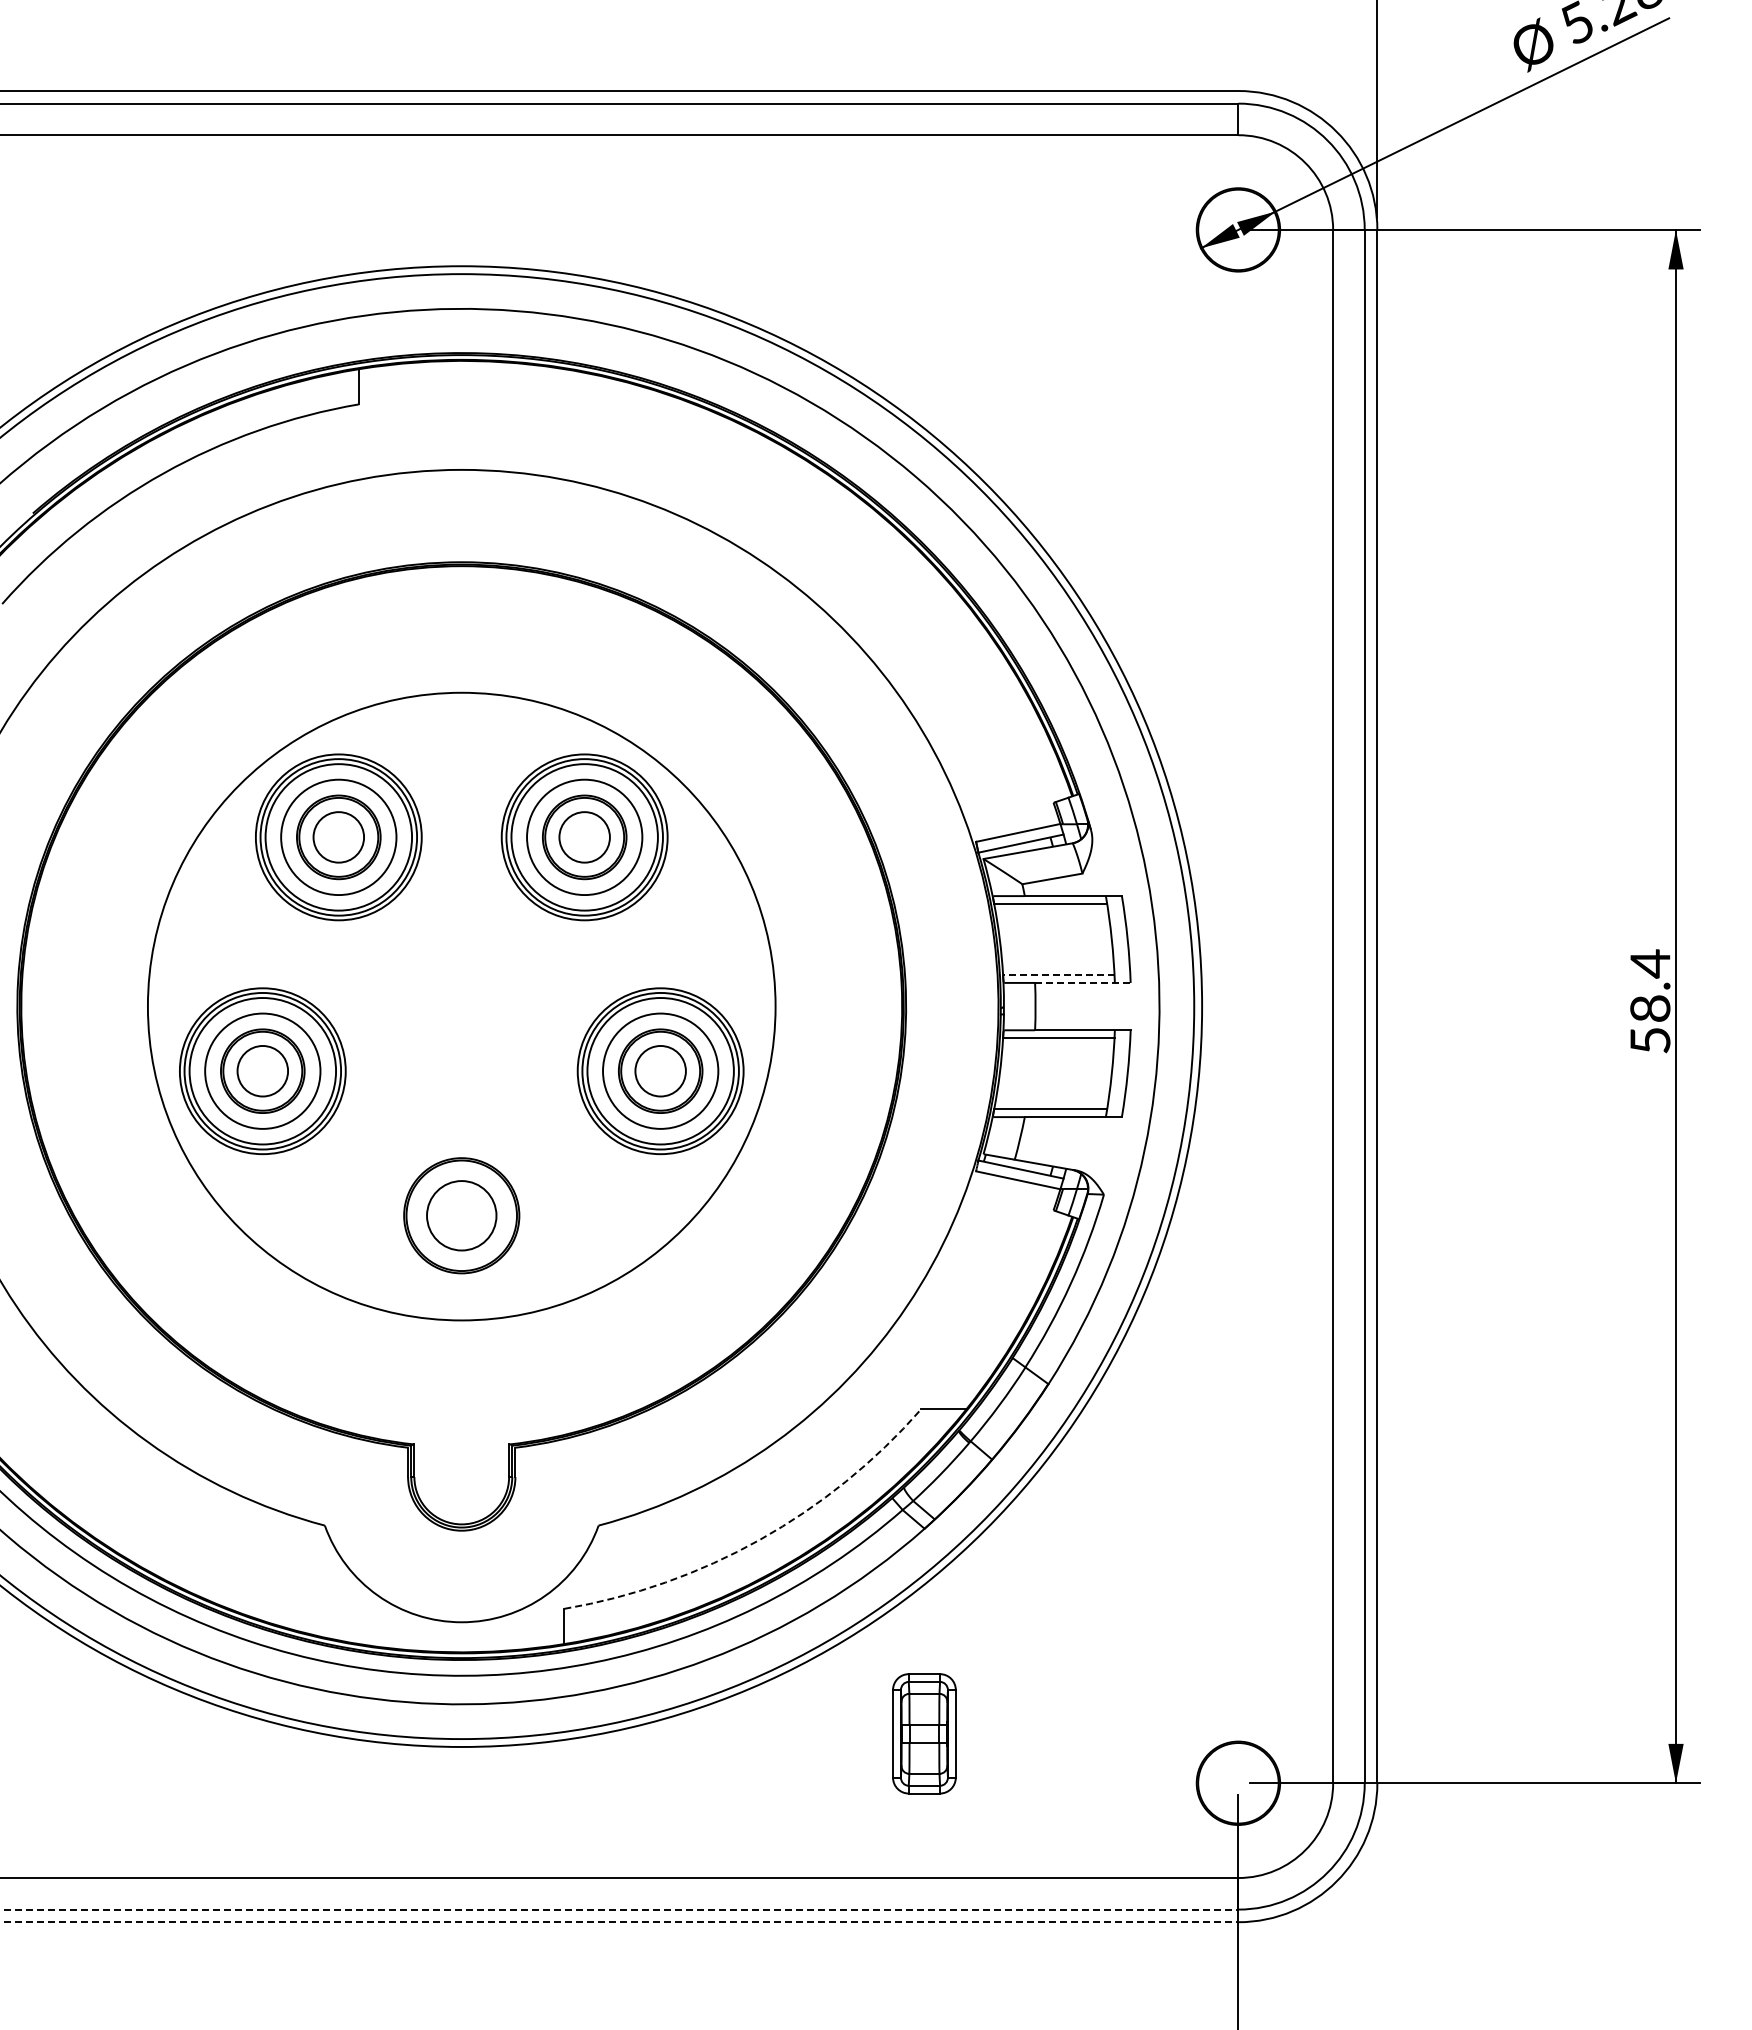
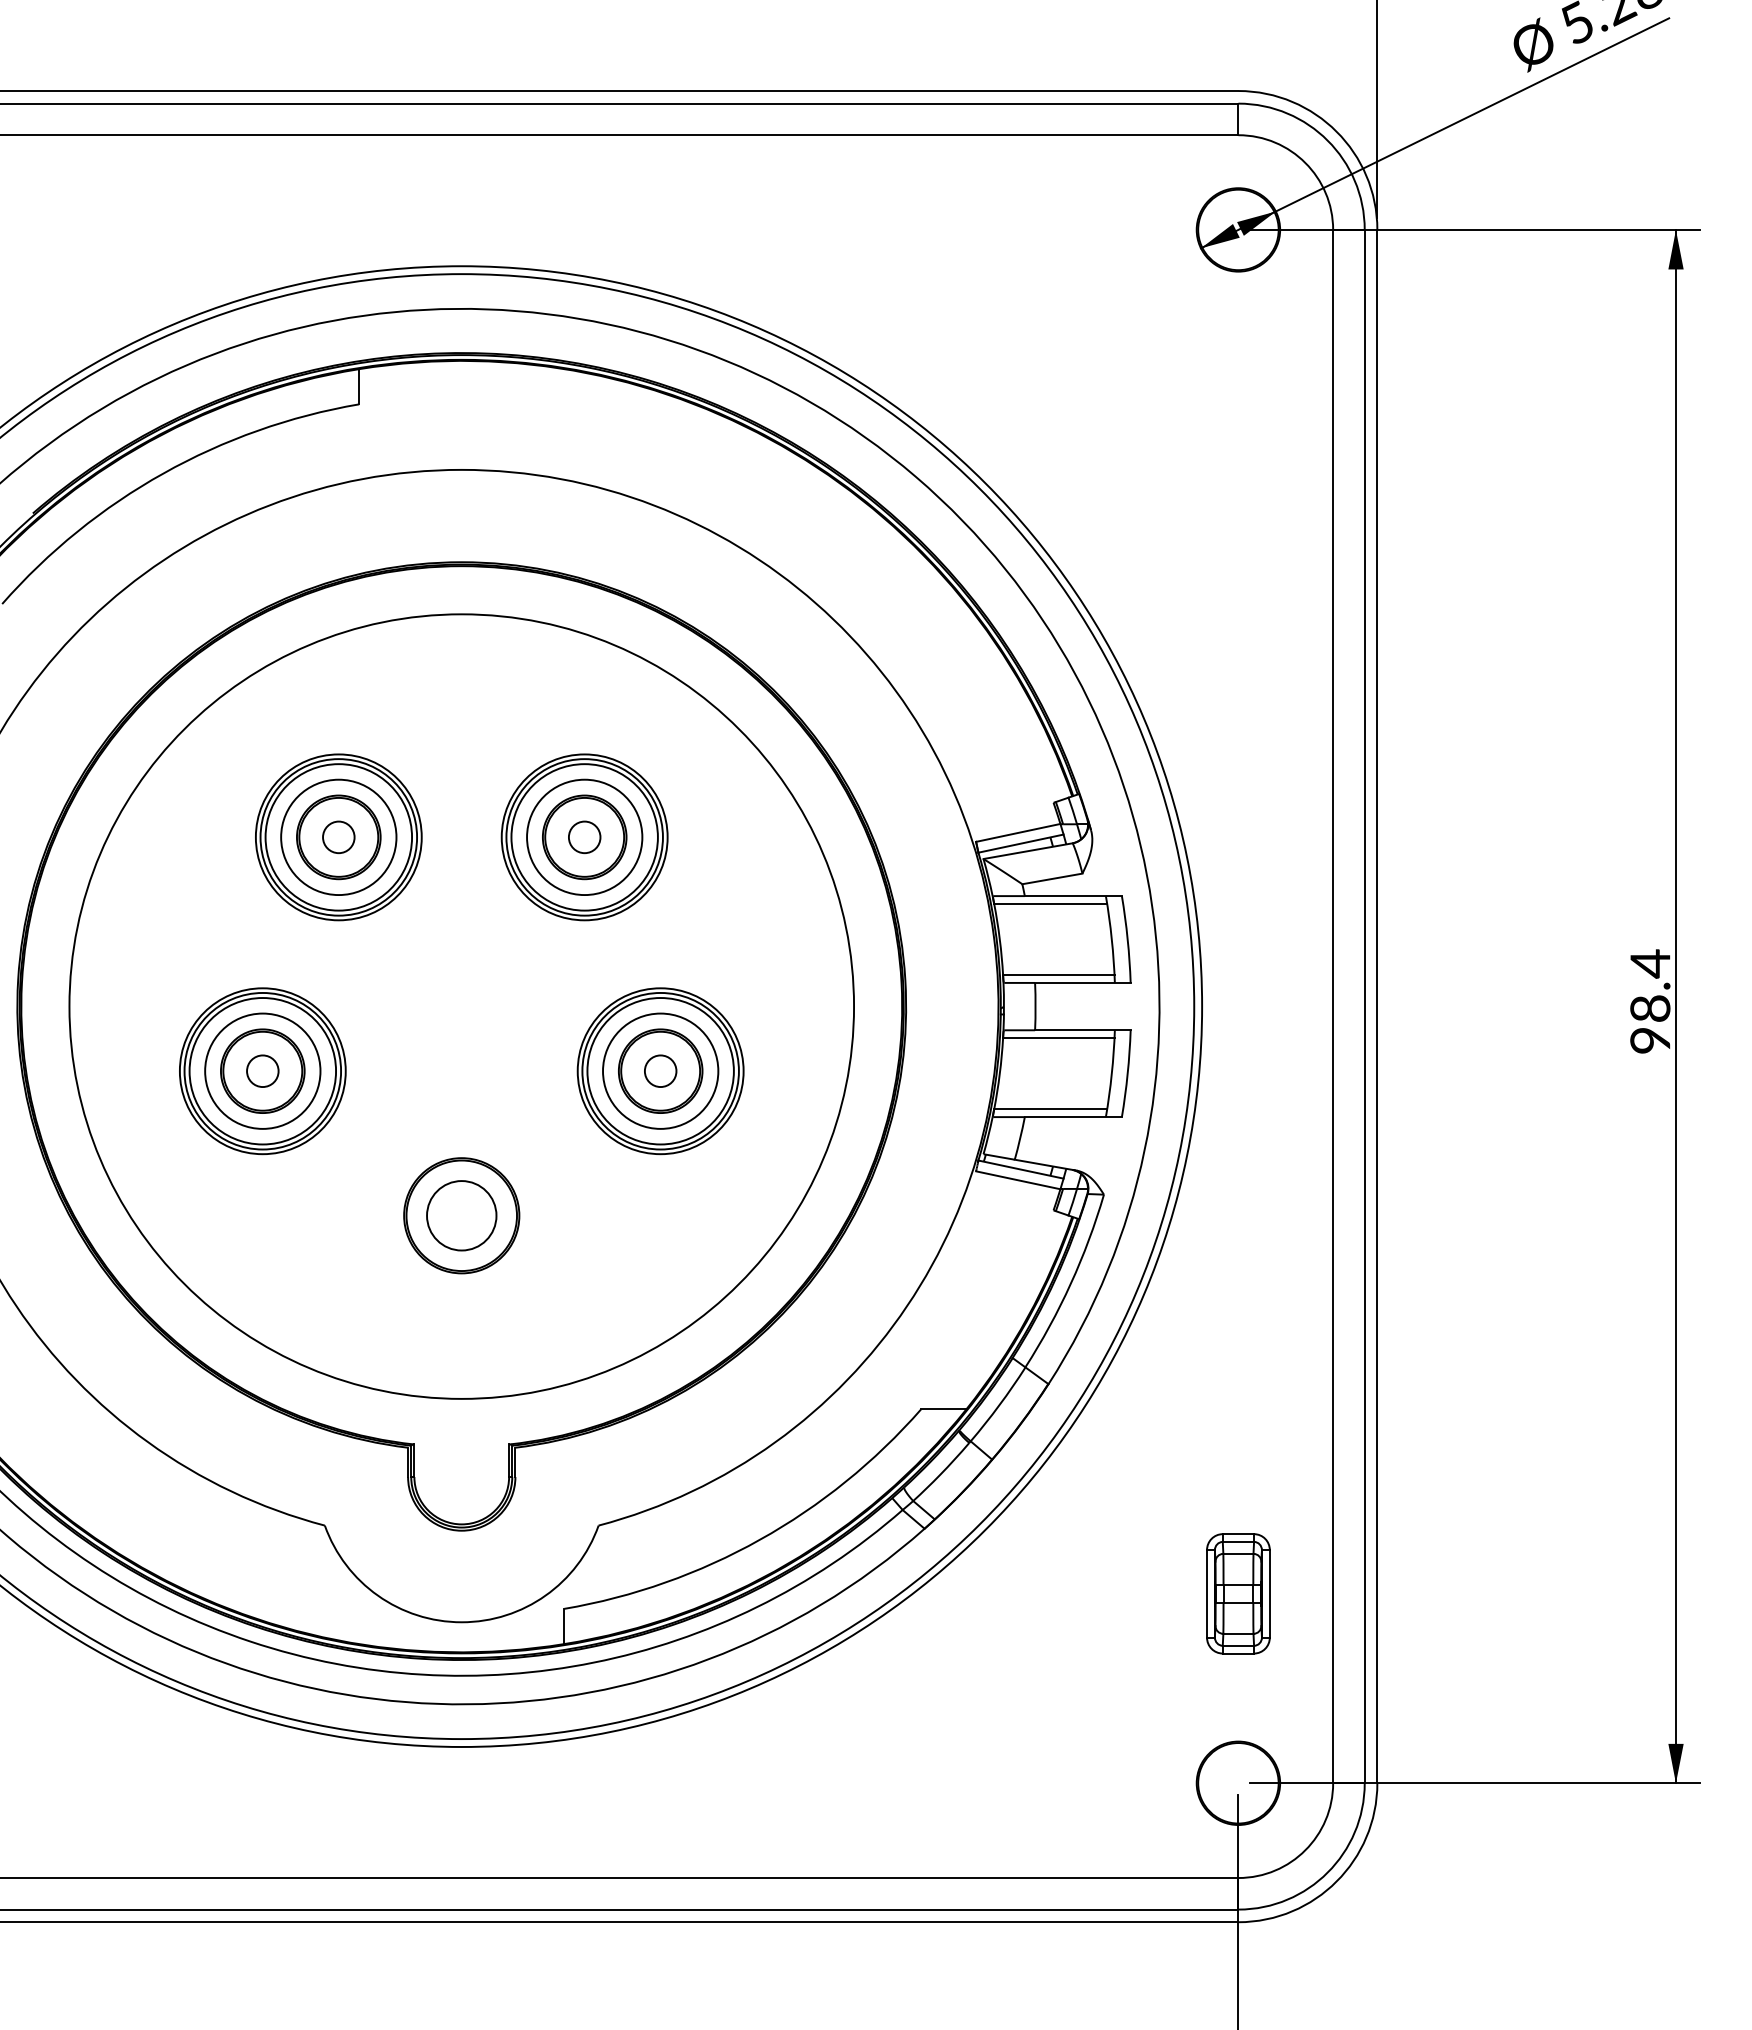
circle at (338, 837) diameter: 51 px -> 32 px
circle at (584, 837) diameter: 51 px -> 32 px
line at (1058, 975): dashed -> solid
line at (1082, 982): dashed -> solid
circle at (461, 1006) diameter: 628 px -> 785 px
text at (1650, 1040): 58.4 -> 98.4
circle at (262, 1070) diameter: 51 px -> 32 px
circle at (660, 1070) diameter: 51 px -> 32 px
arc at (760, 1539): dashed -> solid
part at (924, 1733) position: (924, 1733) -> (1238, 1593)
line at (619, 1909): dashed -> solid
line at (619, 1922): dashed -> solid
